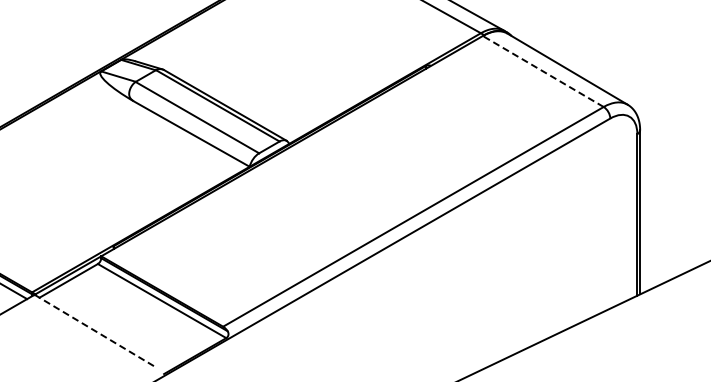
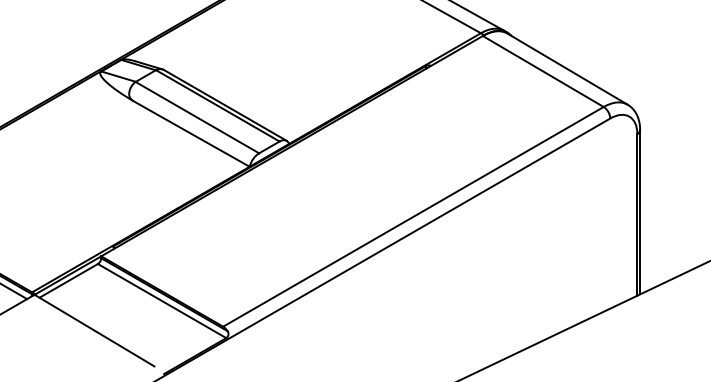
line at (542, 71): dashed -> solid
line at (94, 330): dashed -> solid
